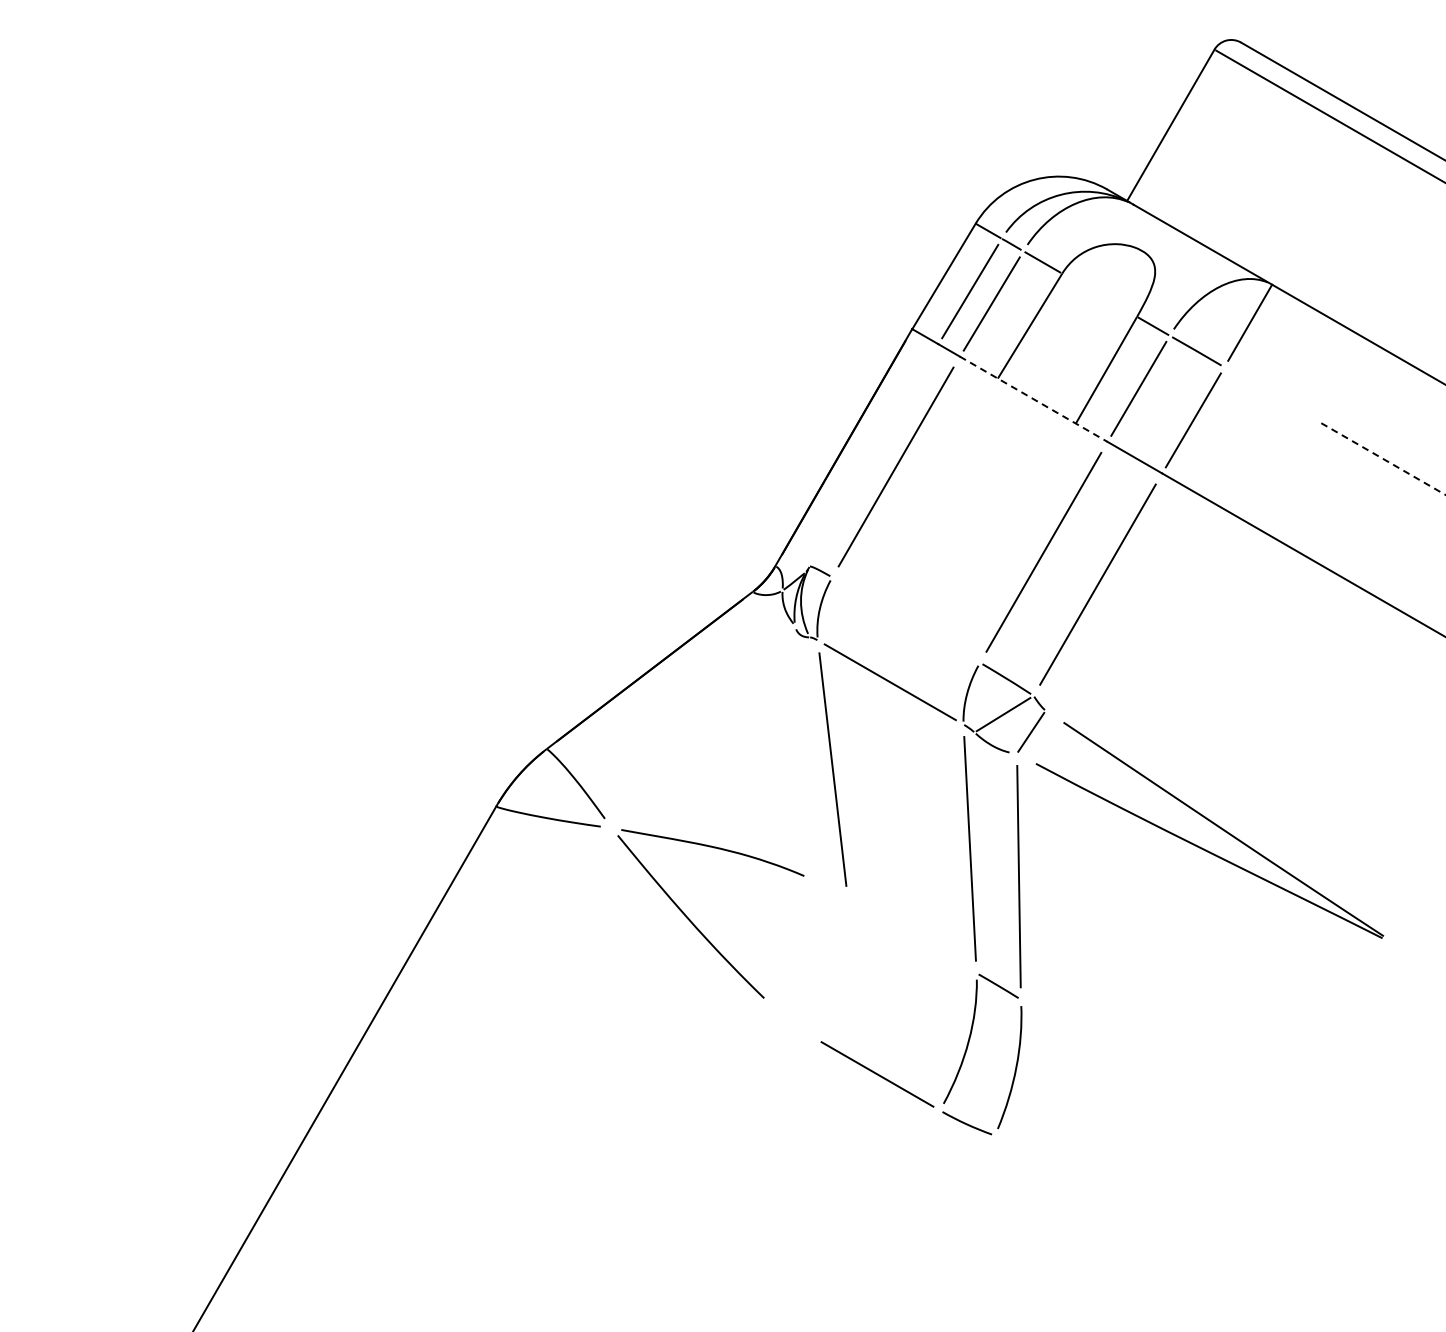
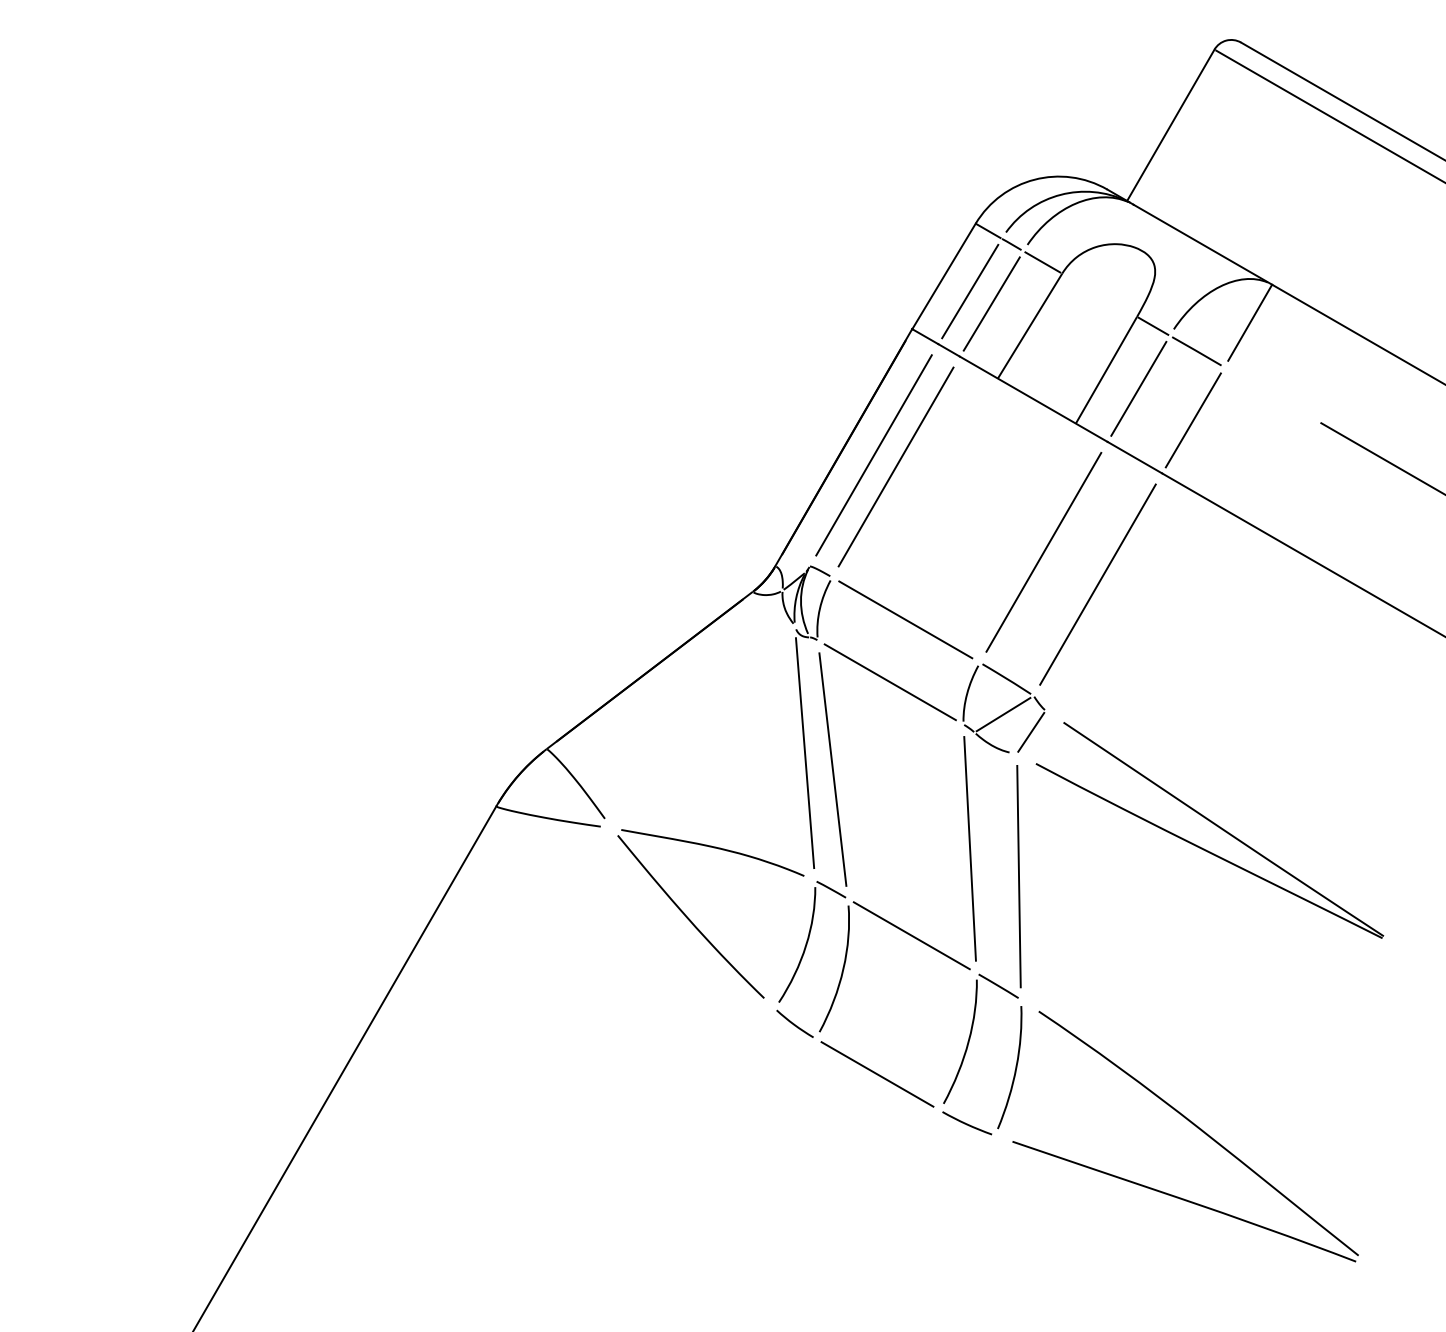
line at (1034, 399): dashed -> solid
line at (873, 455): none -> present
line at (1383, 459): dashed -> solid
line at (905, 619): none -> present
line at (804, 753): none -> present
part at (847, 954): none -> present
part at (1193, 1125): none -> present
